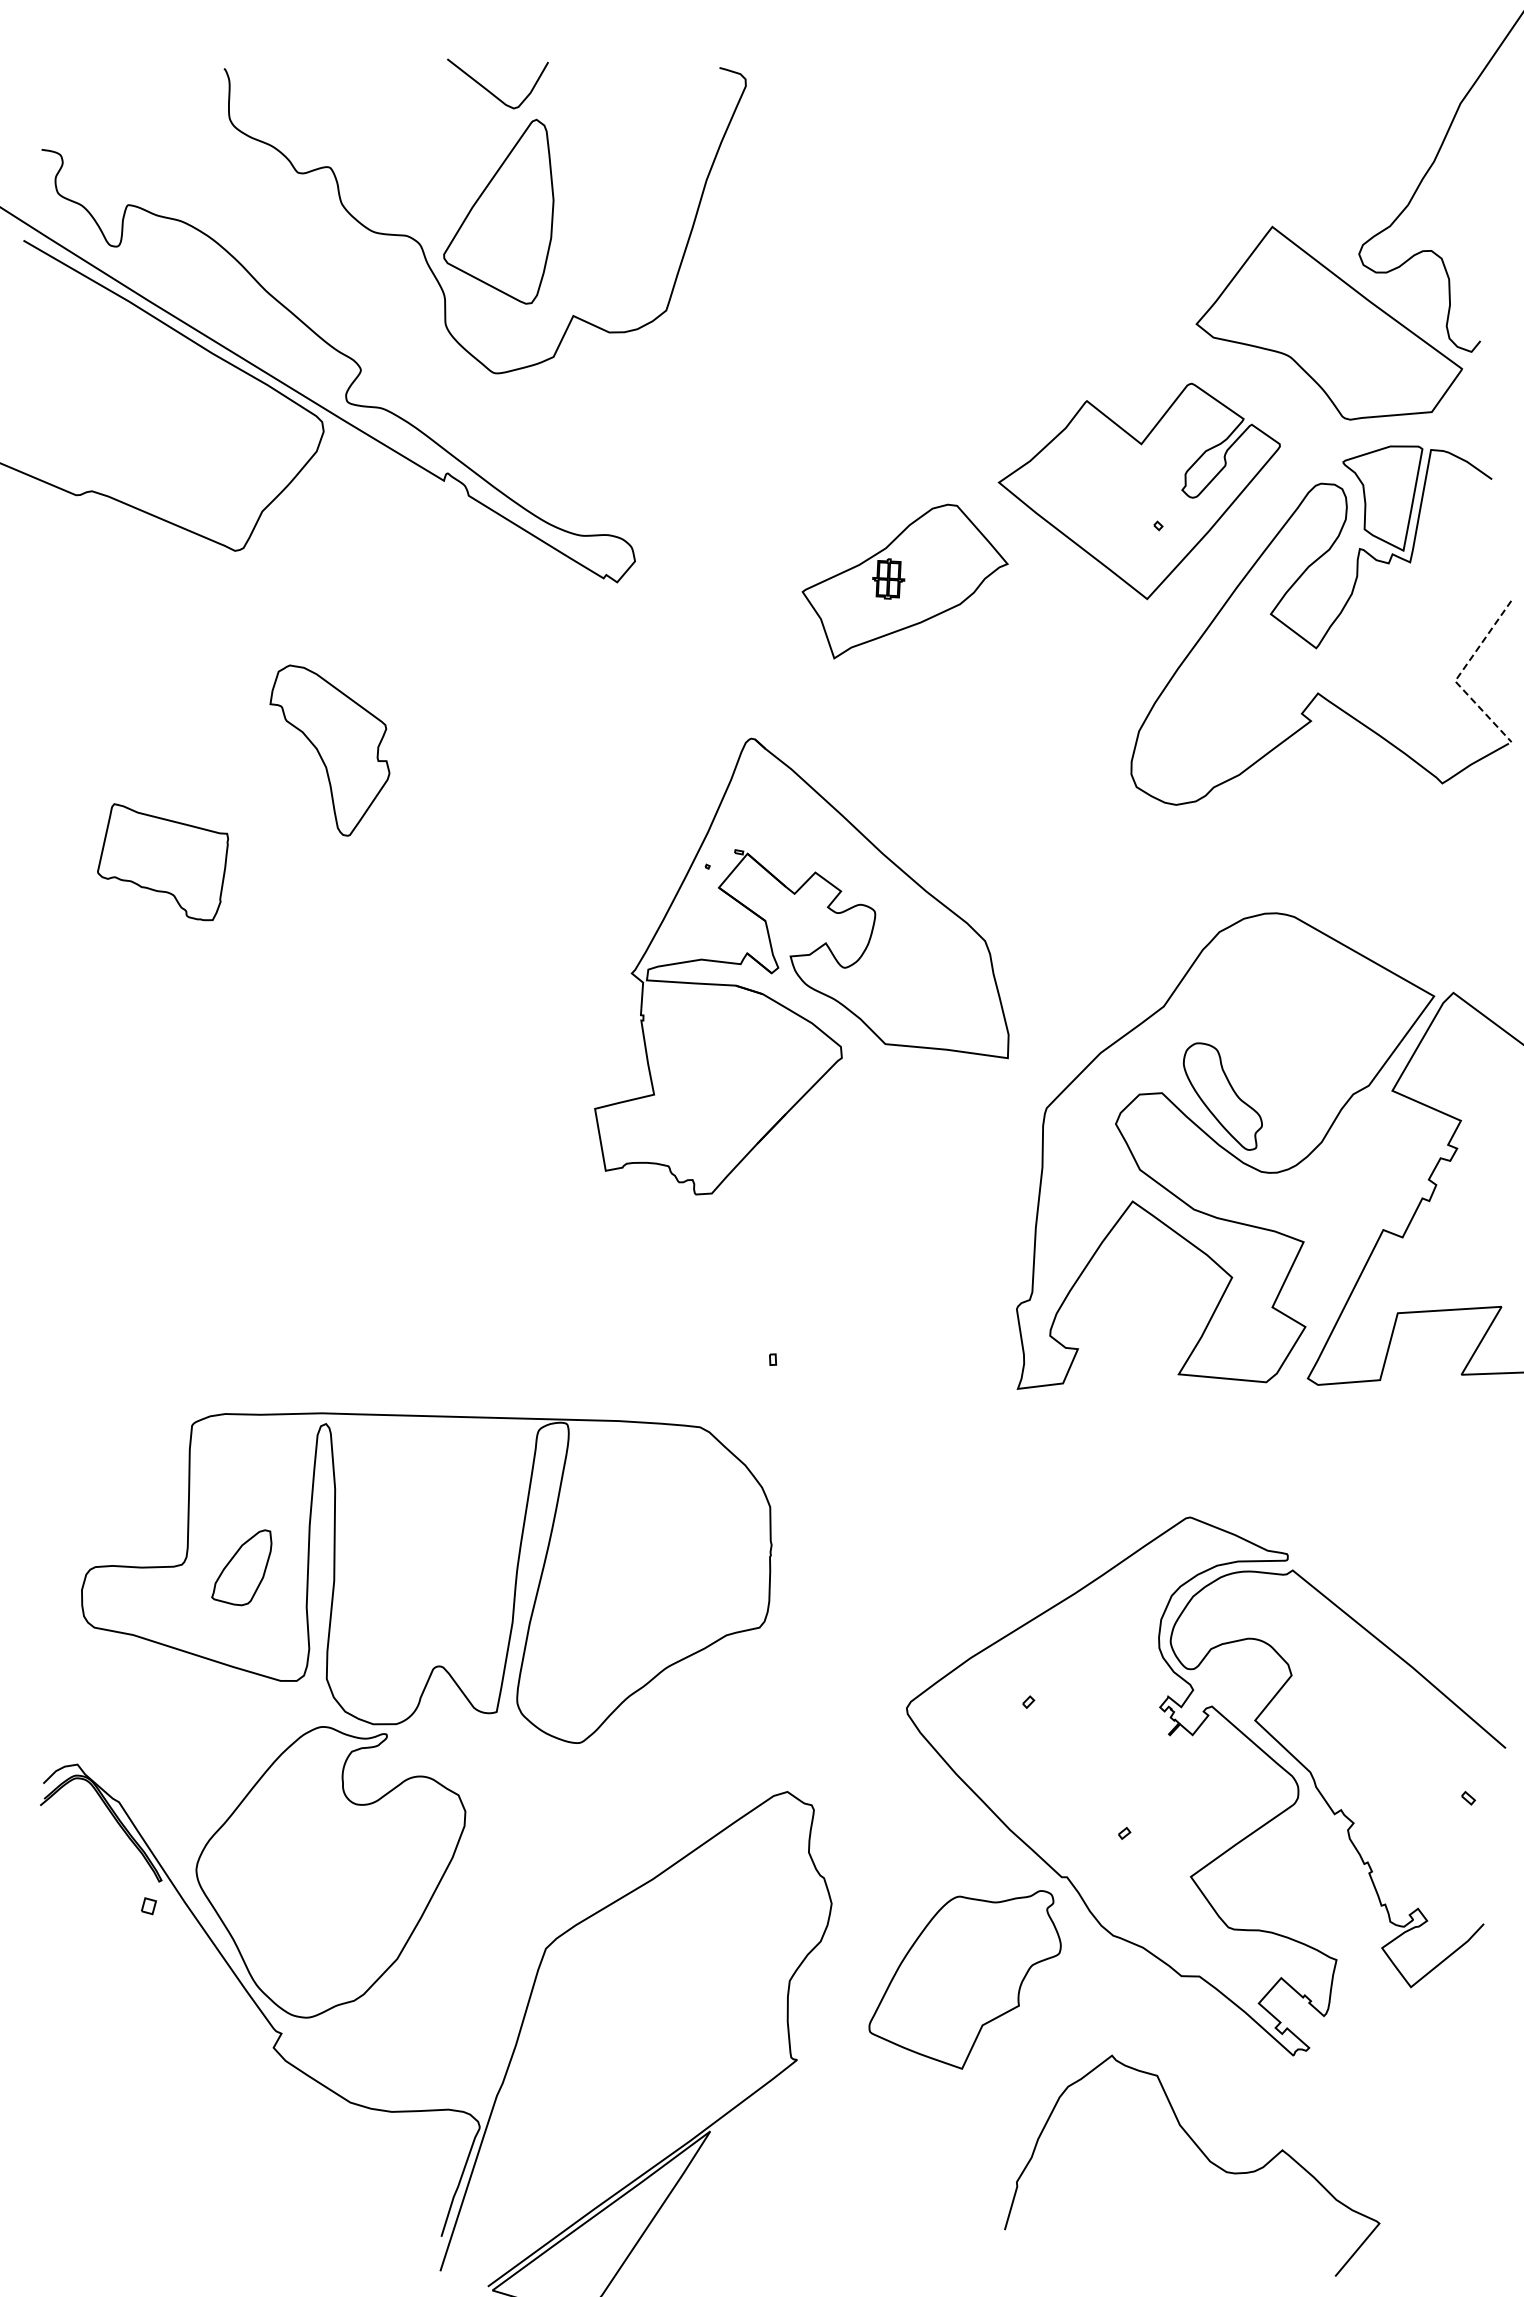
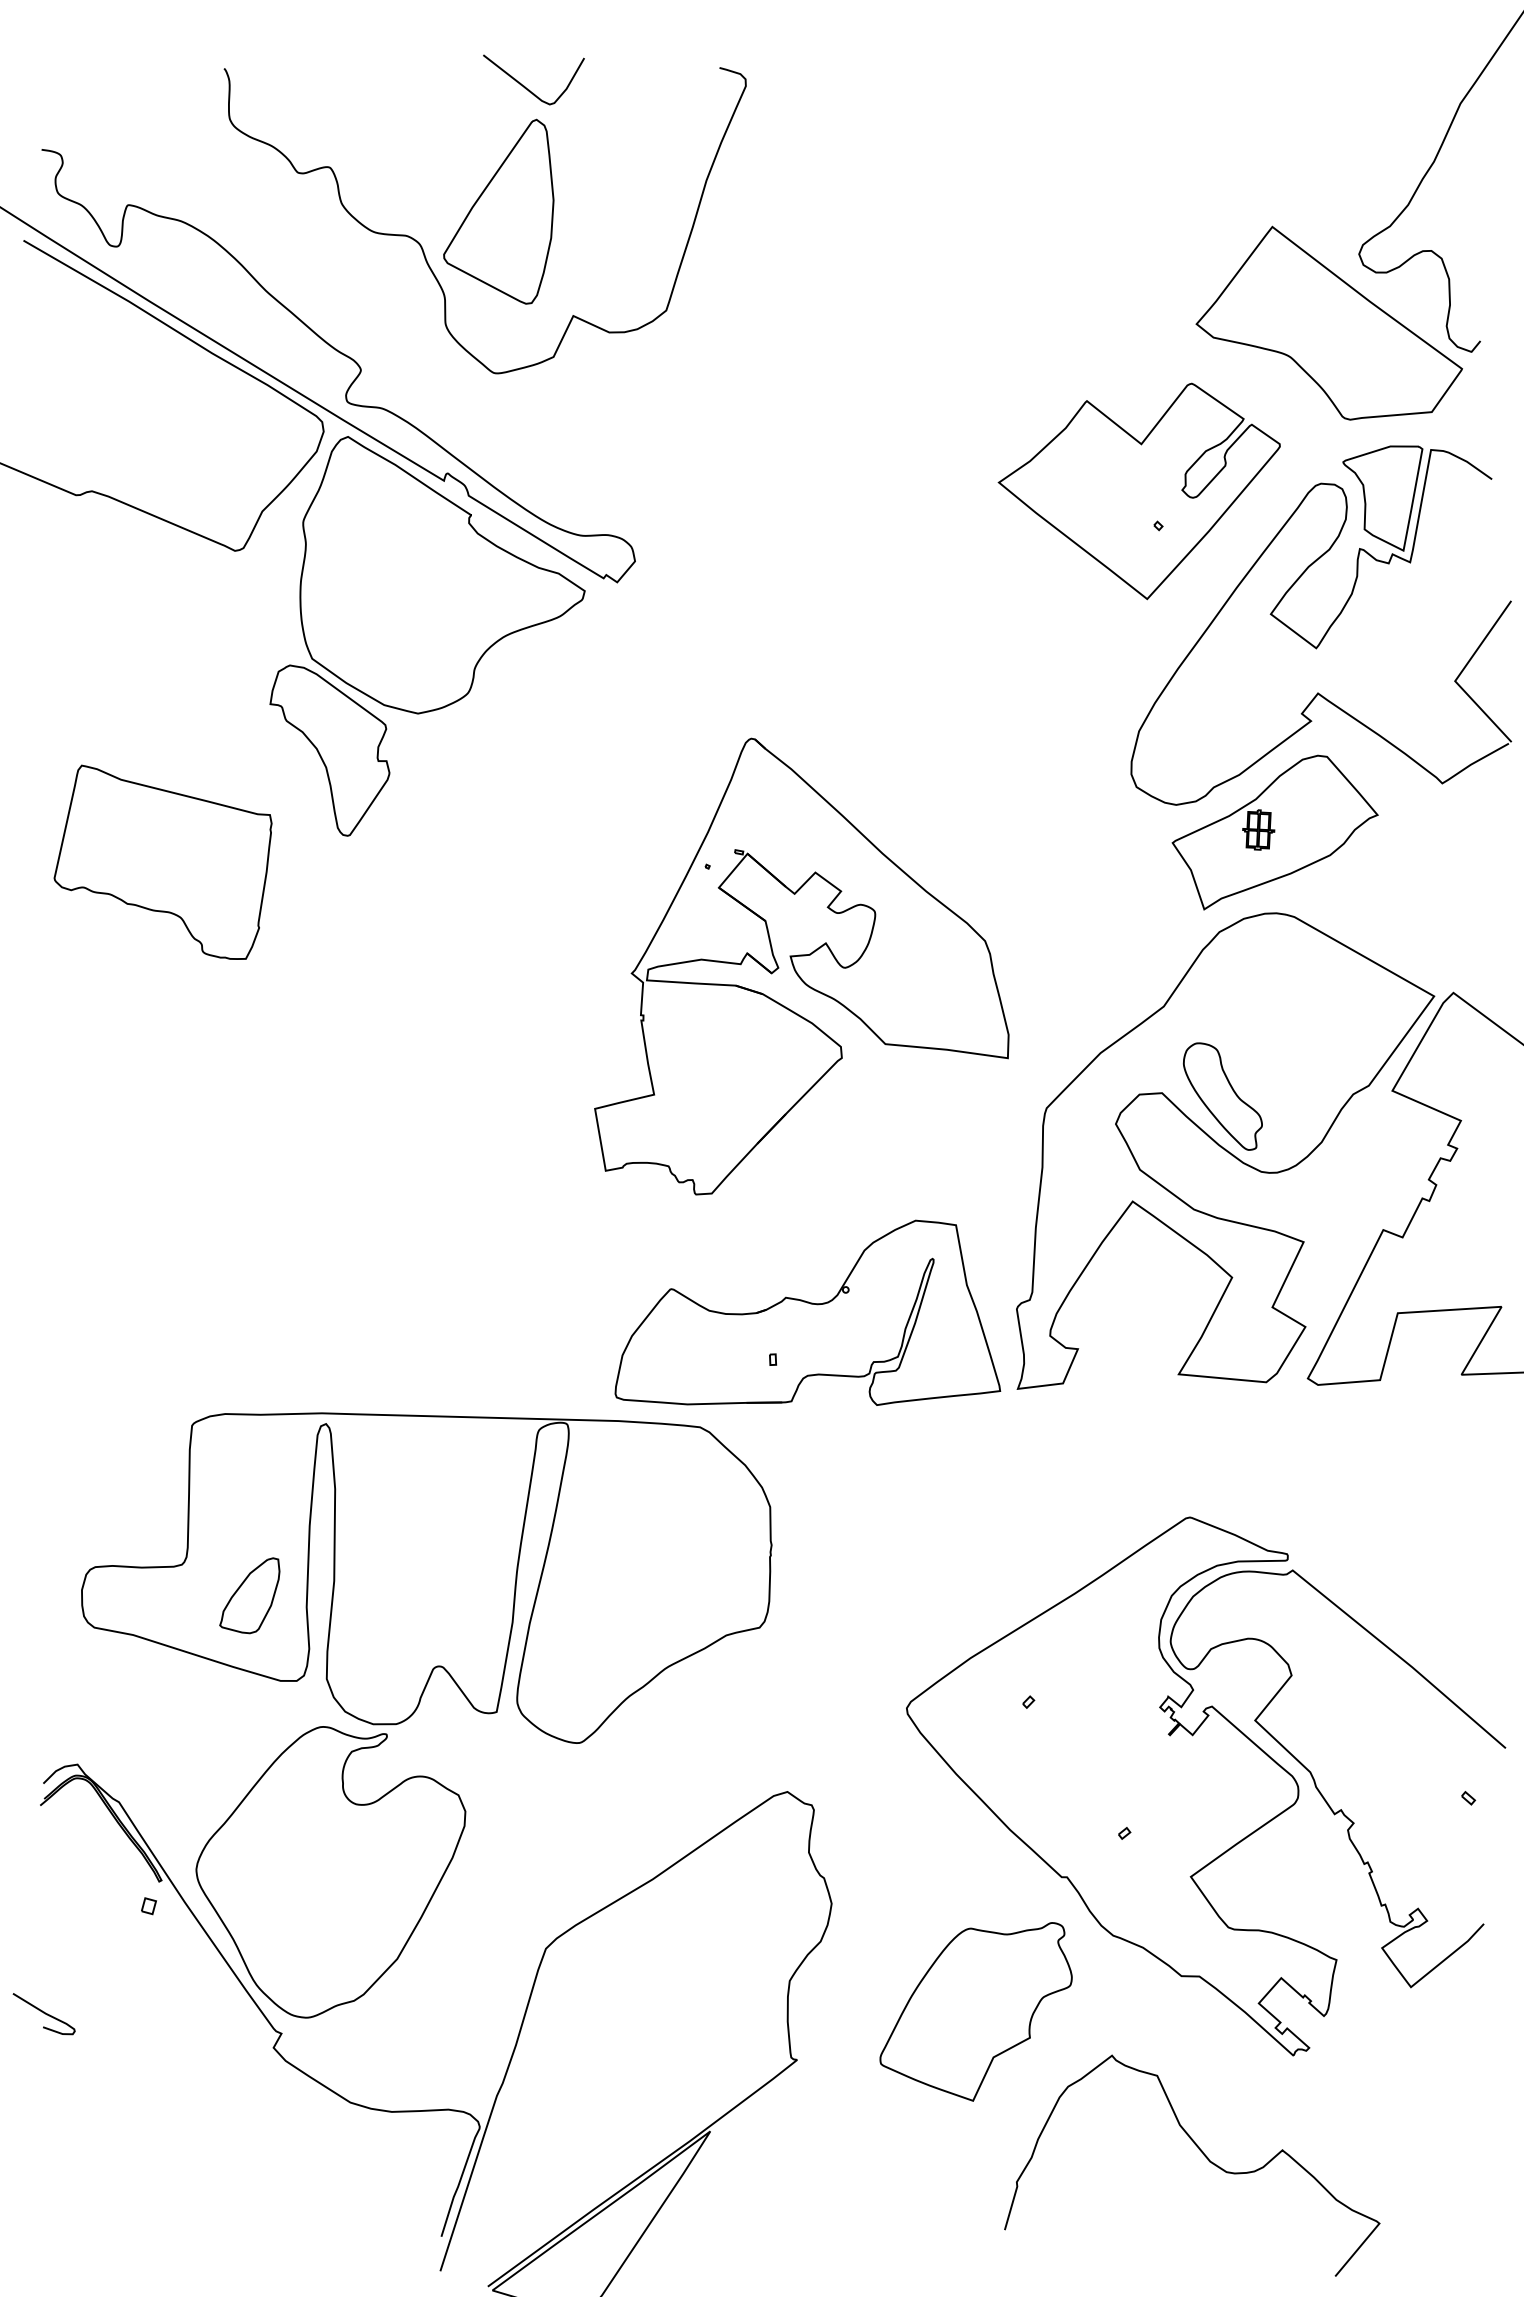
curve at (489, 90) position: (489, 90) -> (525, 86)
part at (442, 575): none -> present
part at (904, 581) position: (904, 581) -> (1274, 832)
line at (1458, 676): dashed -> solid
part at (162, 862) size: 132x119 px -> 220x196 px
part at (807, 1312): none -> present
part at (241, 1567) position: (241, 1567) -> (249, 1595)
part at (964, 1979) position: (964, 1979) -> (975, 2011)
curve at (43, 2013): none -> present
